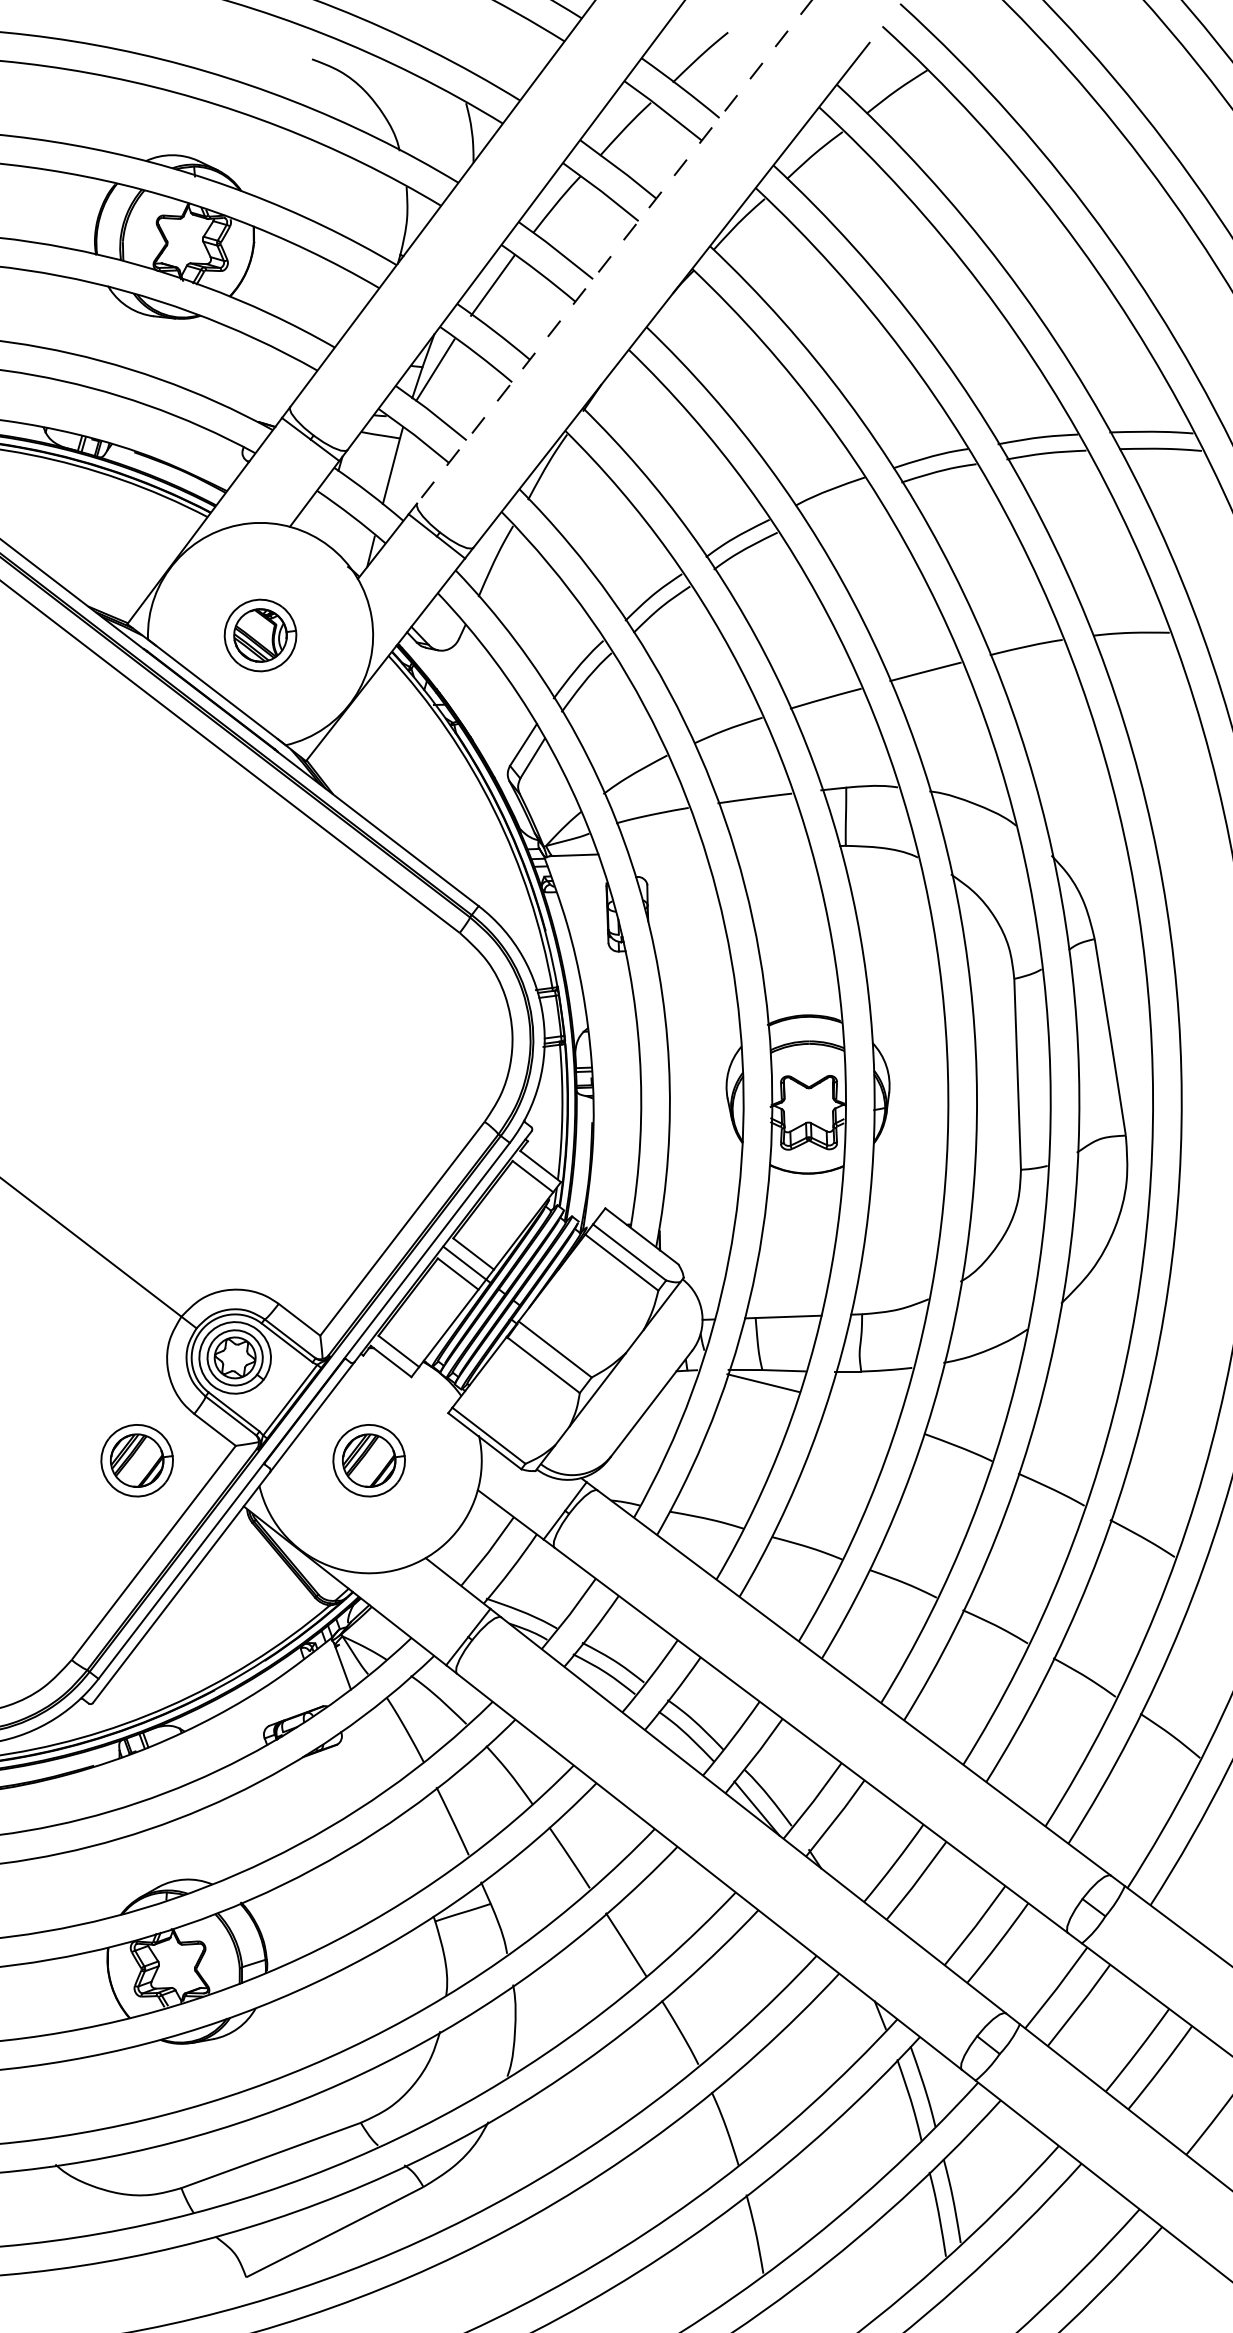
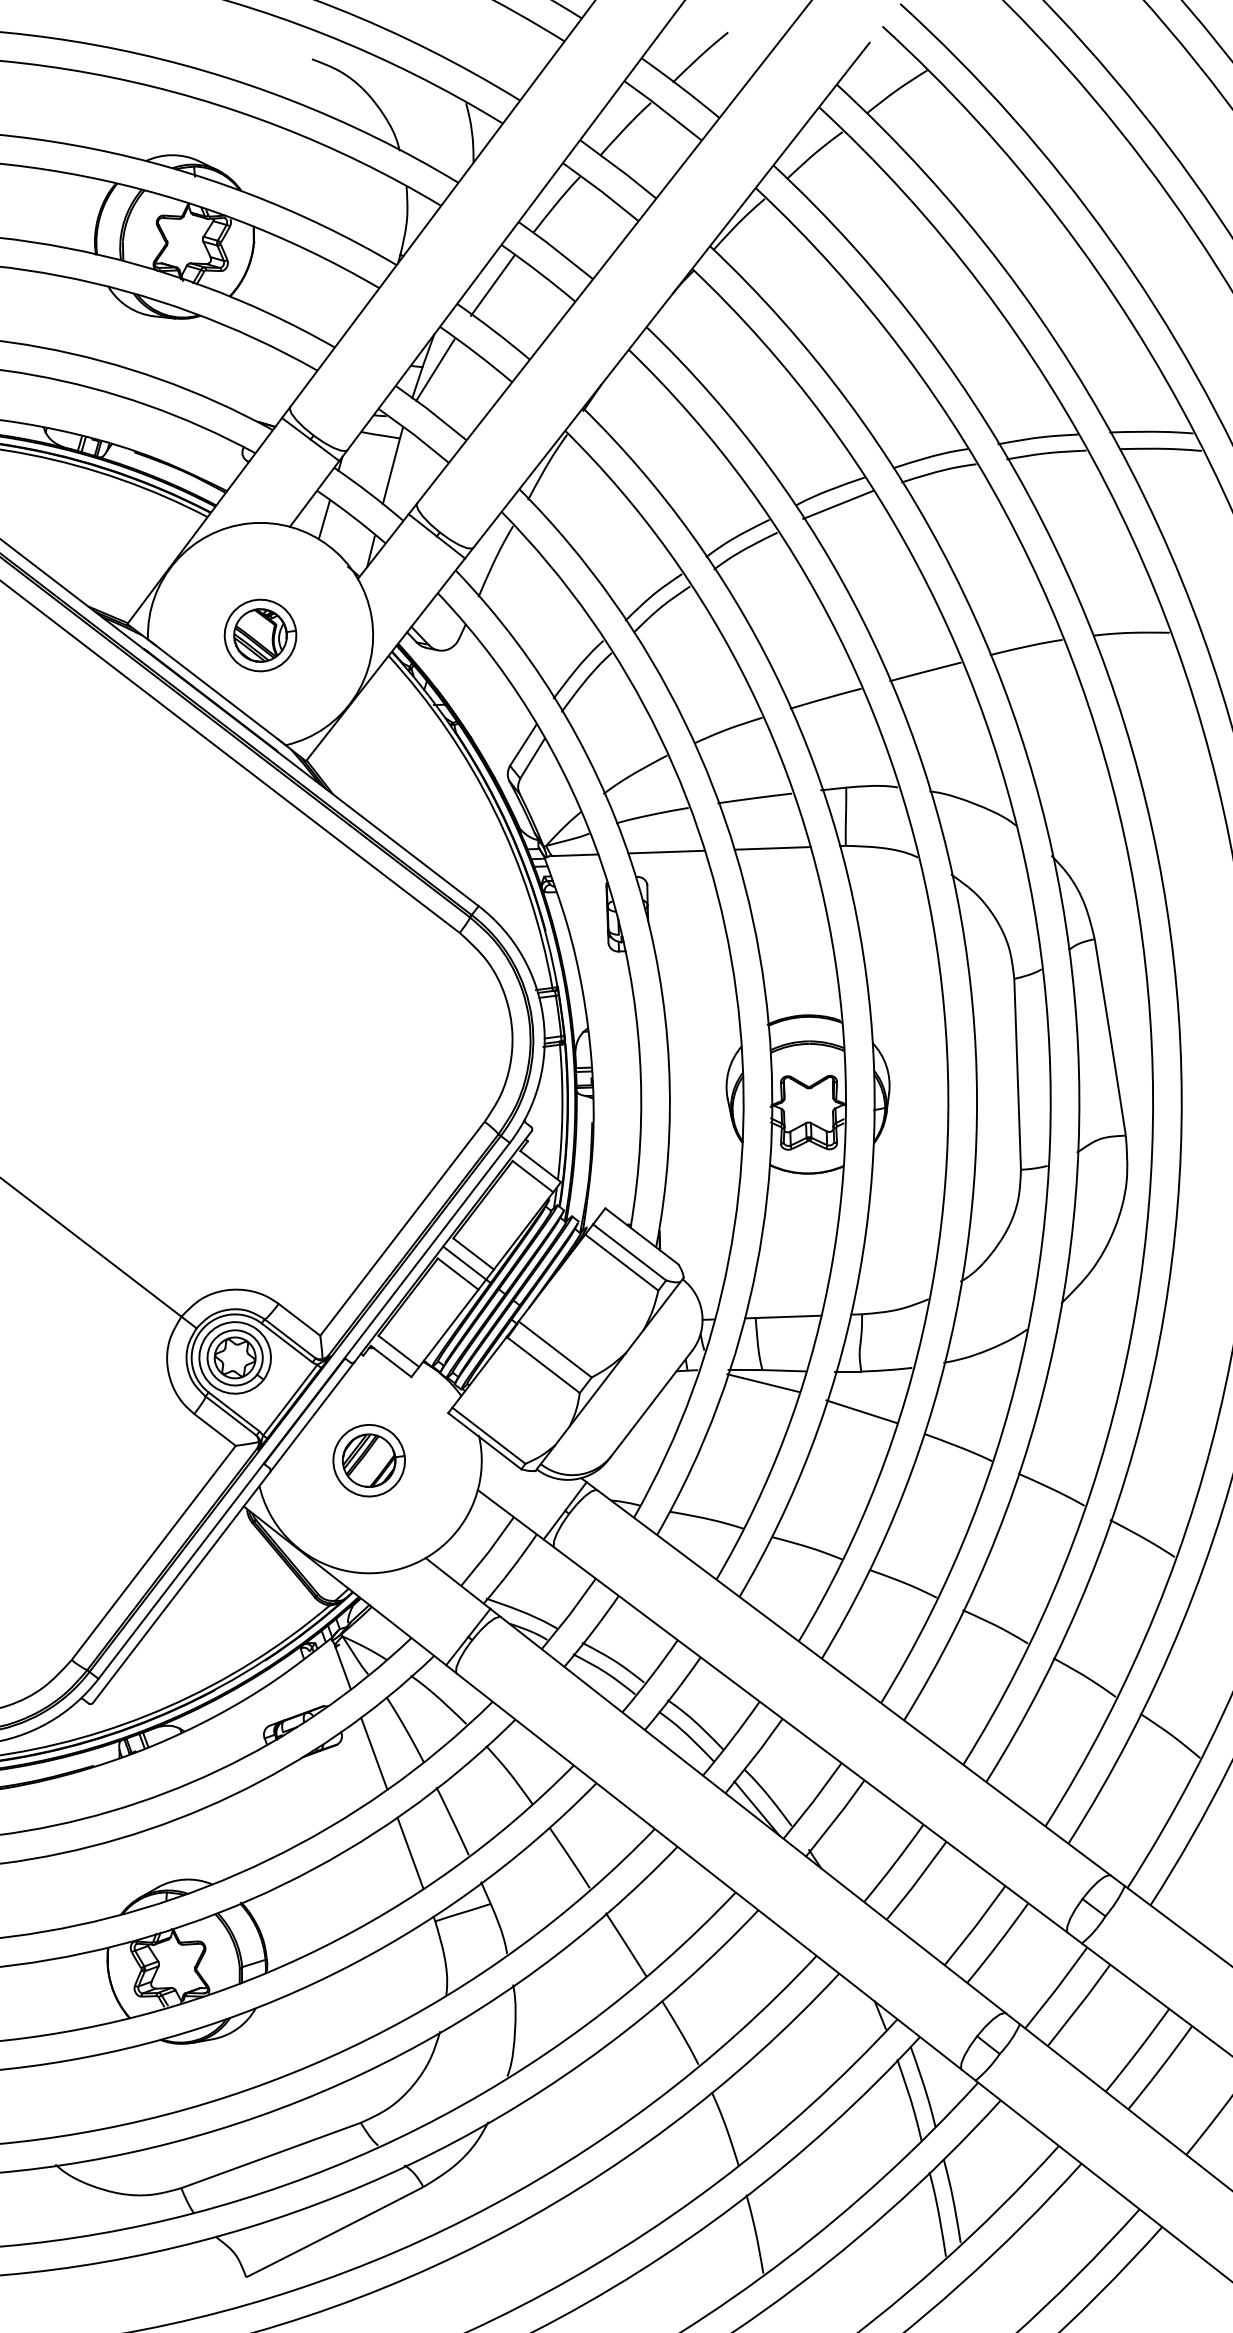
line at (614, 251): dashed -> solid
line at (837, 504): none -> present
line at (324, 519): none -> present
line at (772, 848): none -> present
line at (666, 851): none -> present
line at (861, 1411): none -> present
part at (136, 1460): present -> none
line at (374, 1753): none -> present
line at (410, 1853): none -> present
